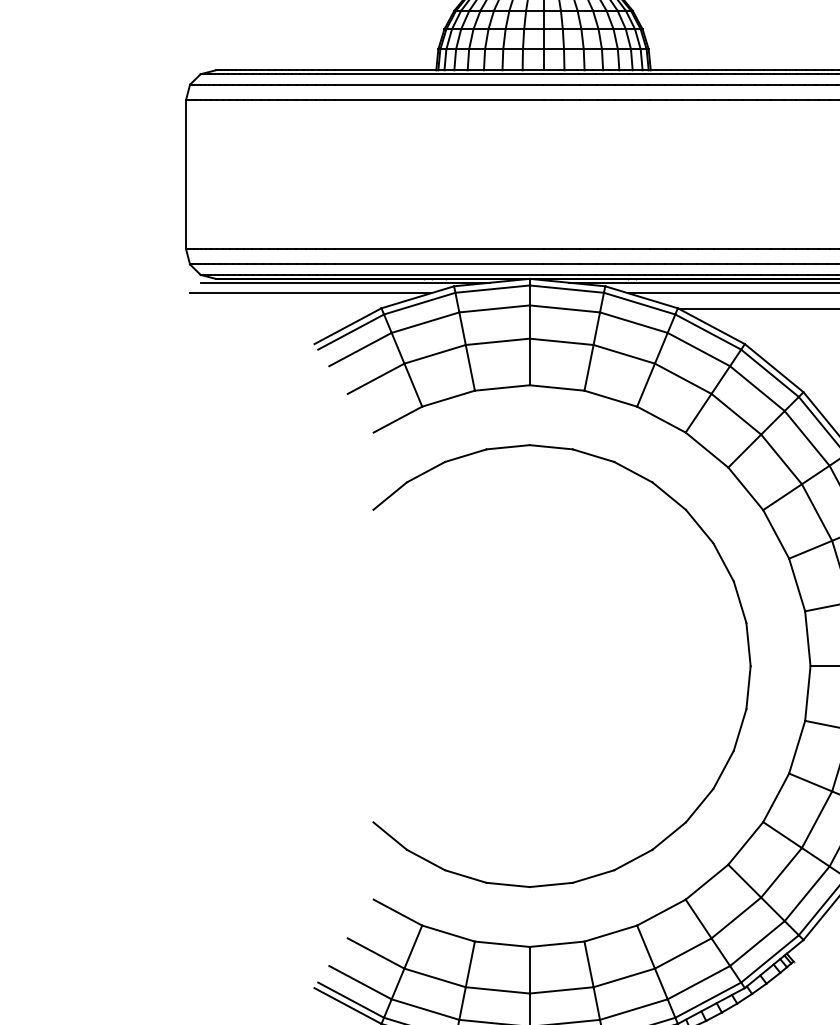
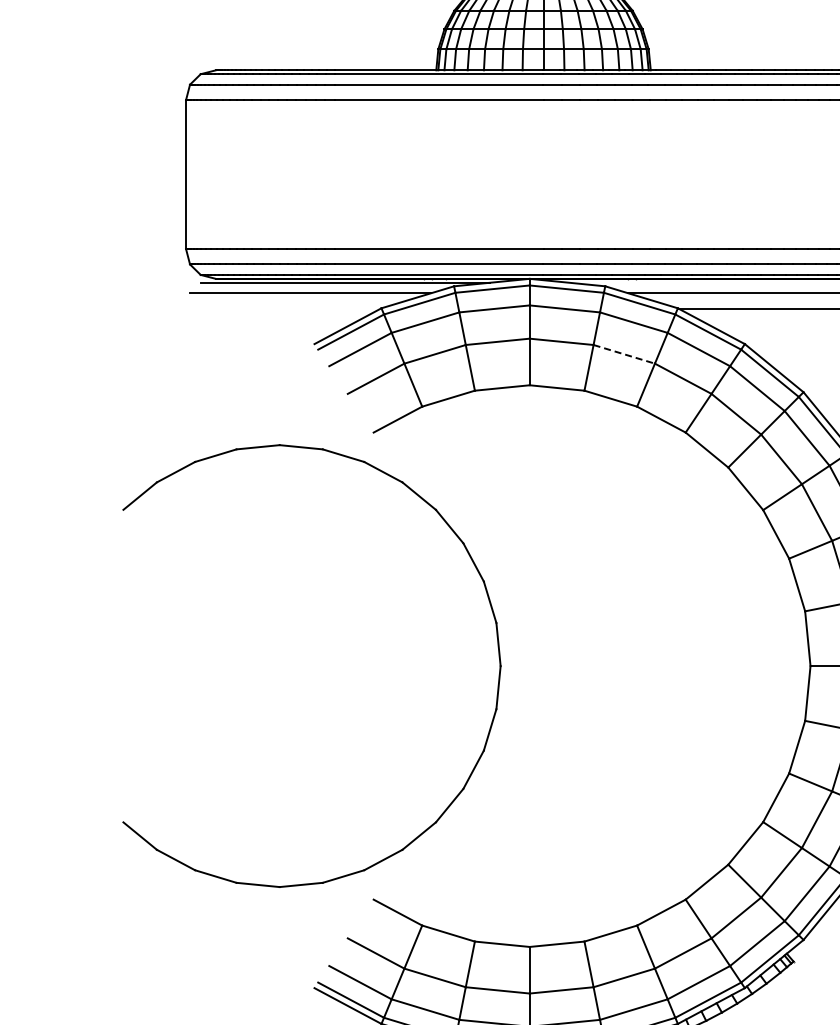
line at (702, 282): present -> none
line at (624, 354): solid -> dashed
part at (747, 647) position: (747, 647) -> (497, 647)
